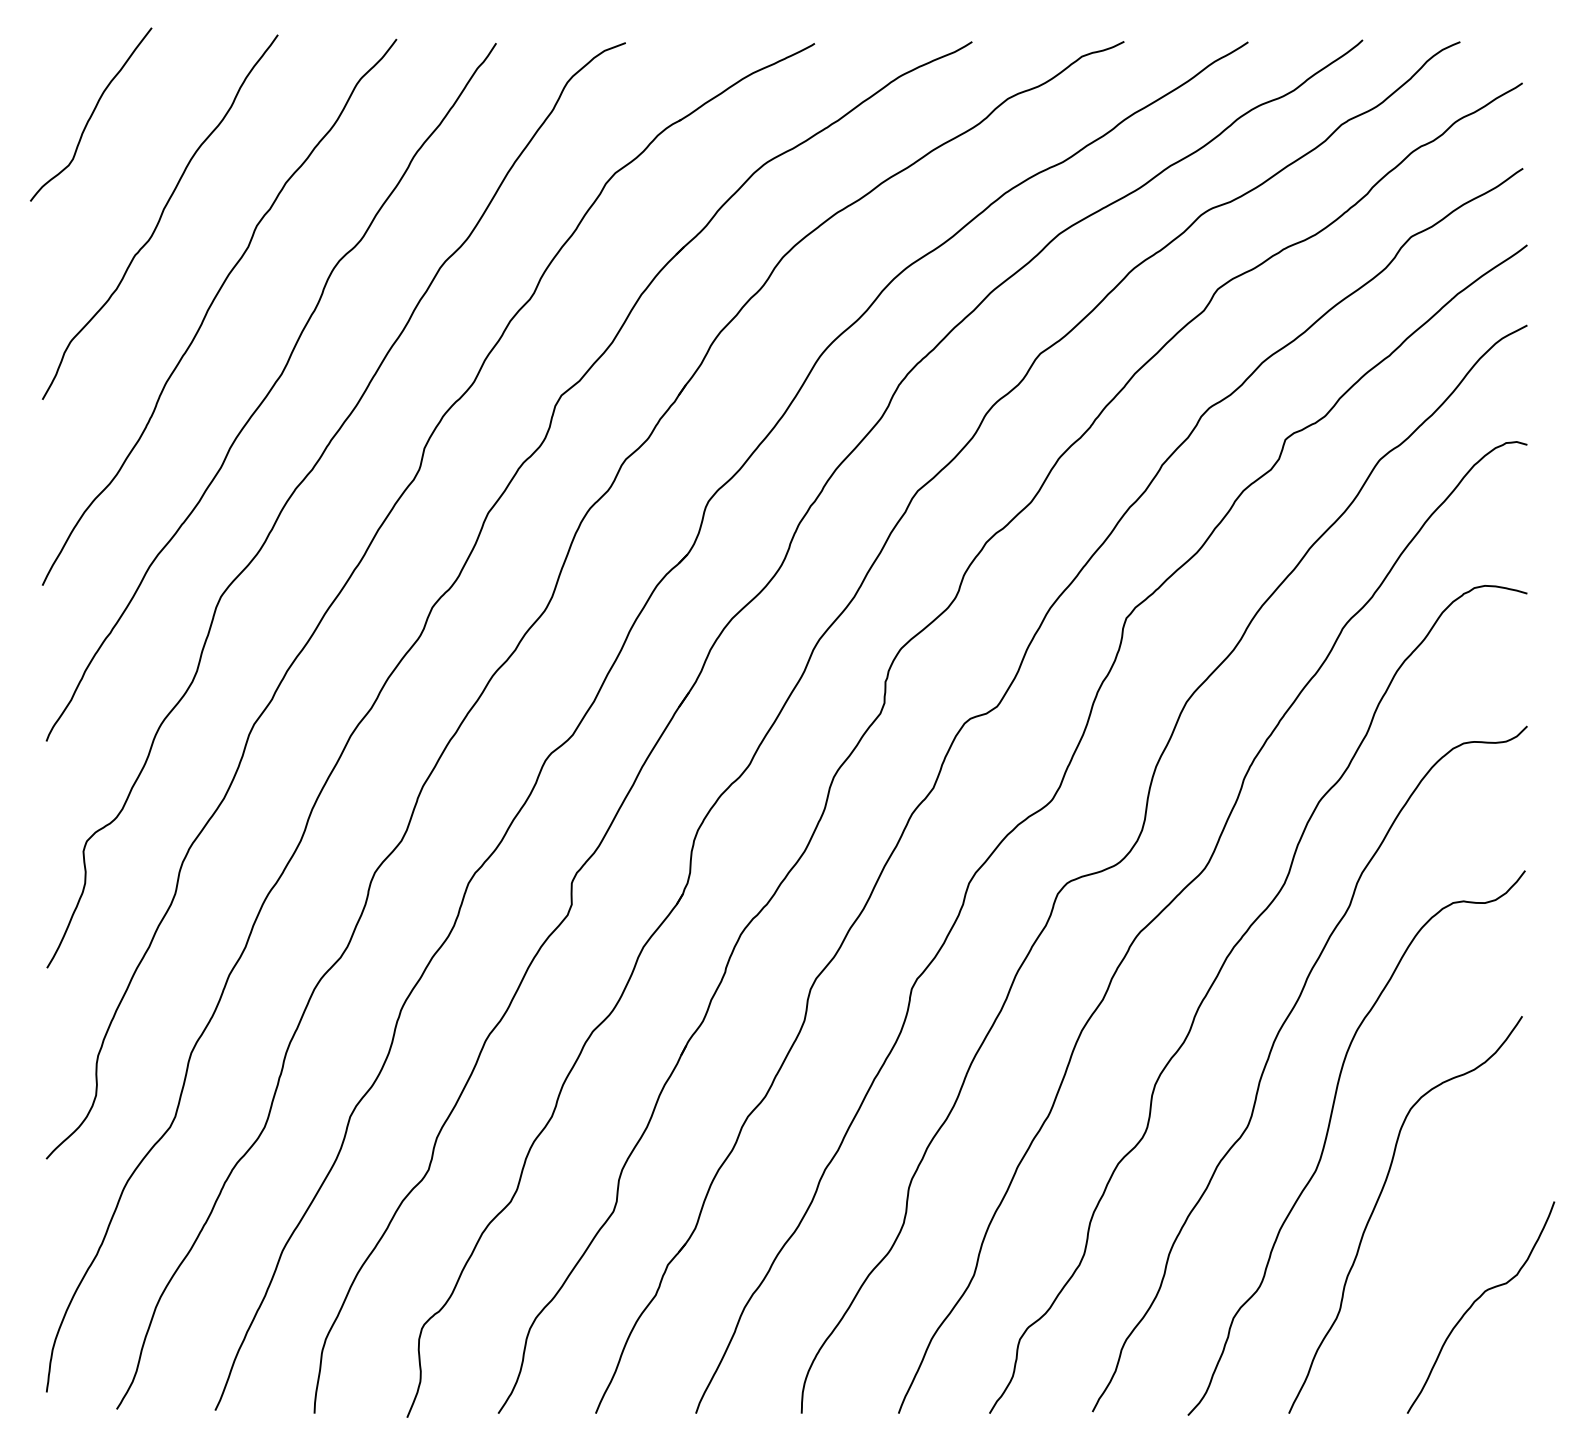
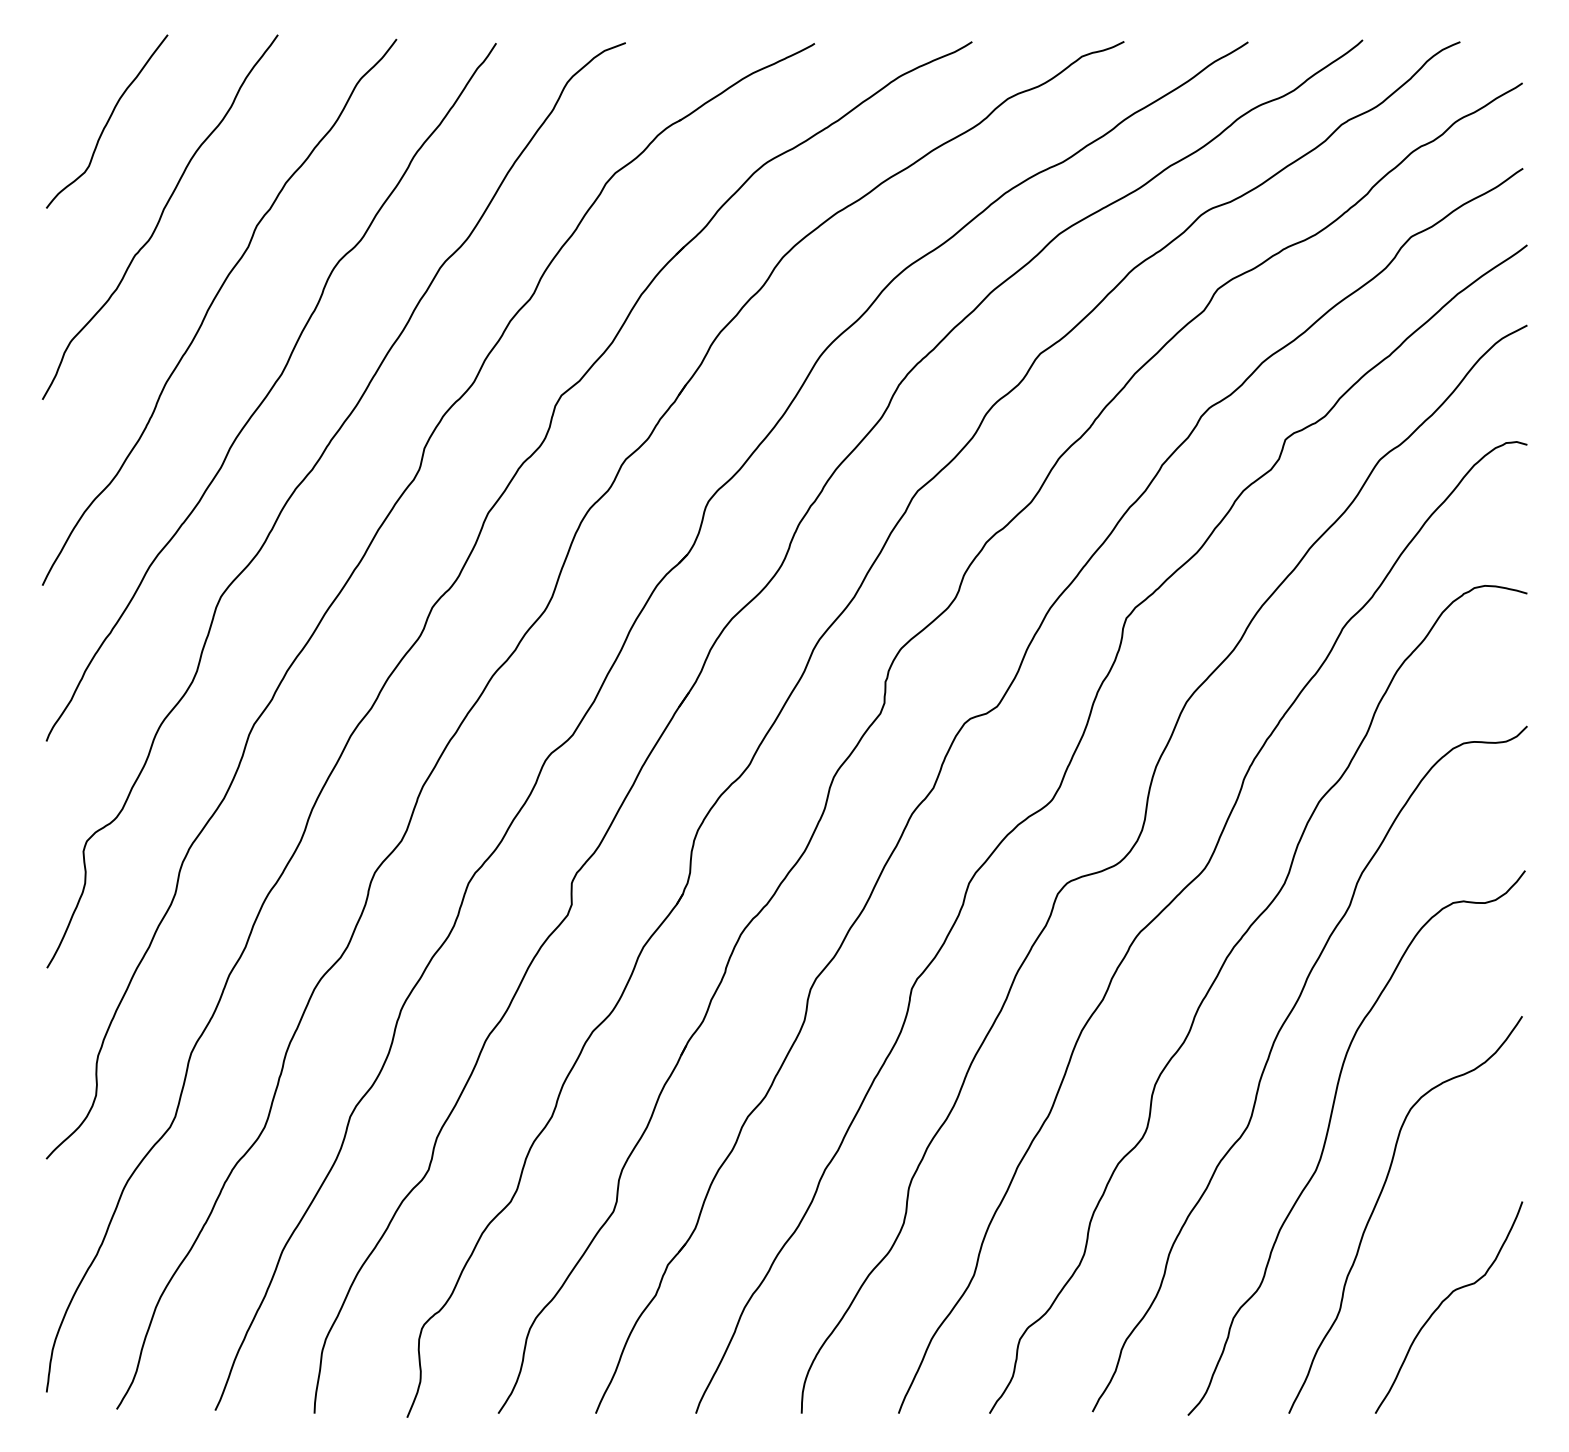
curve at (91, 114) position: (91, 114) -> (107, 121)
curve at (1475, 1302) position: (1475, 1302) -> (1443, 1302)
